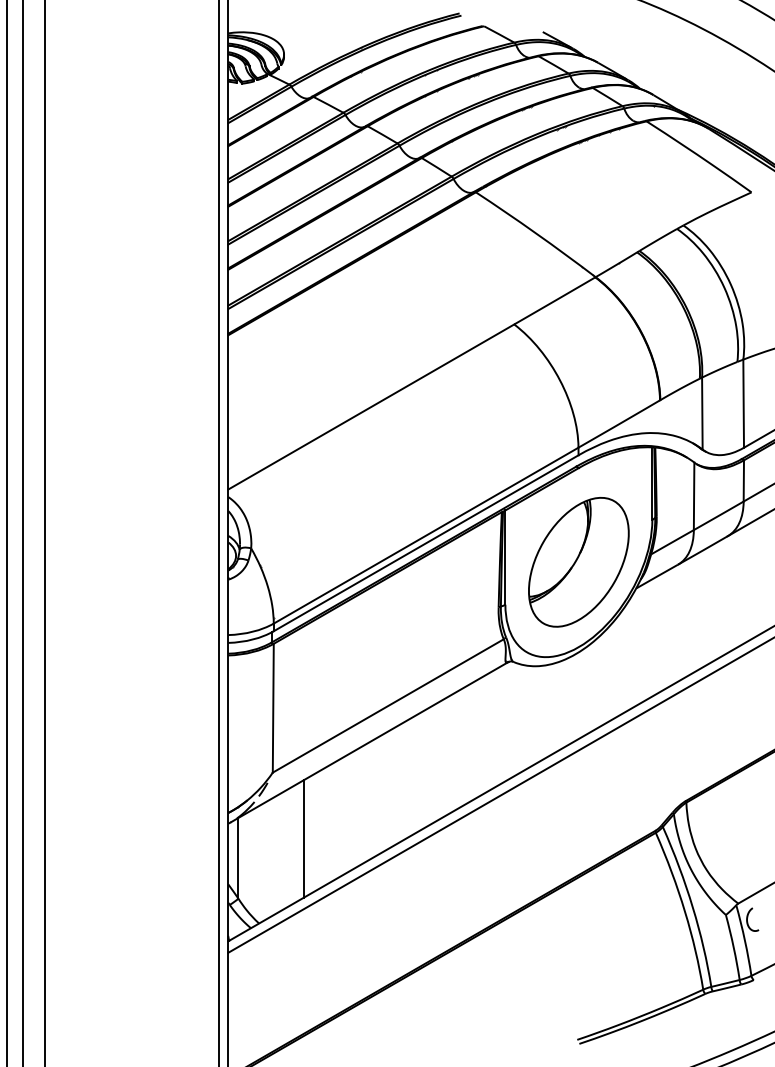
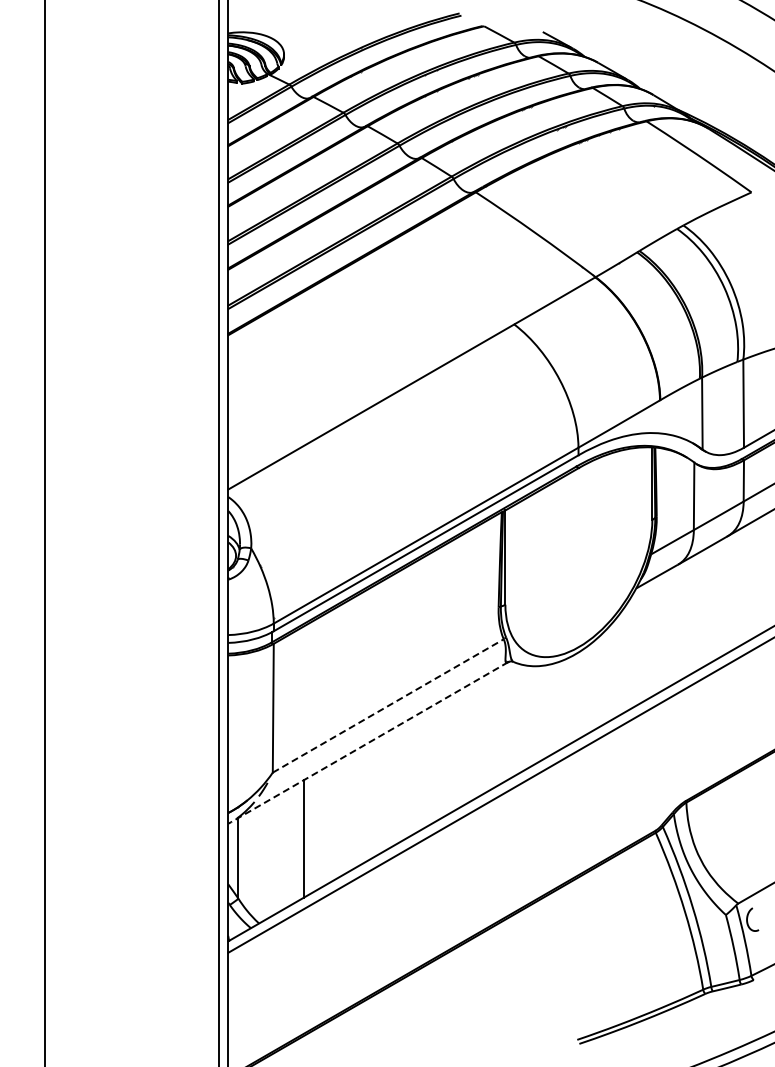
line at (7, 532): present -> none
line at (23, 532): present -> none
part at (578, 562): present -> none
line at (388, 705): solid -> dashed
line at (369, 742): solid -> dashed
